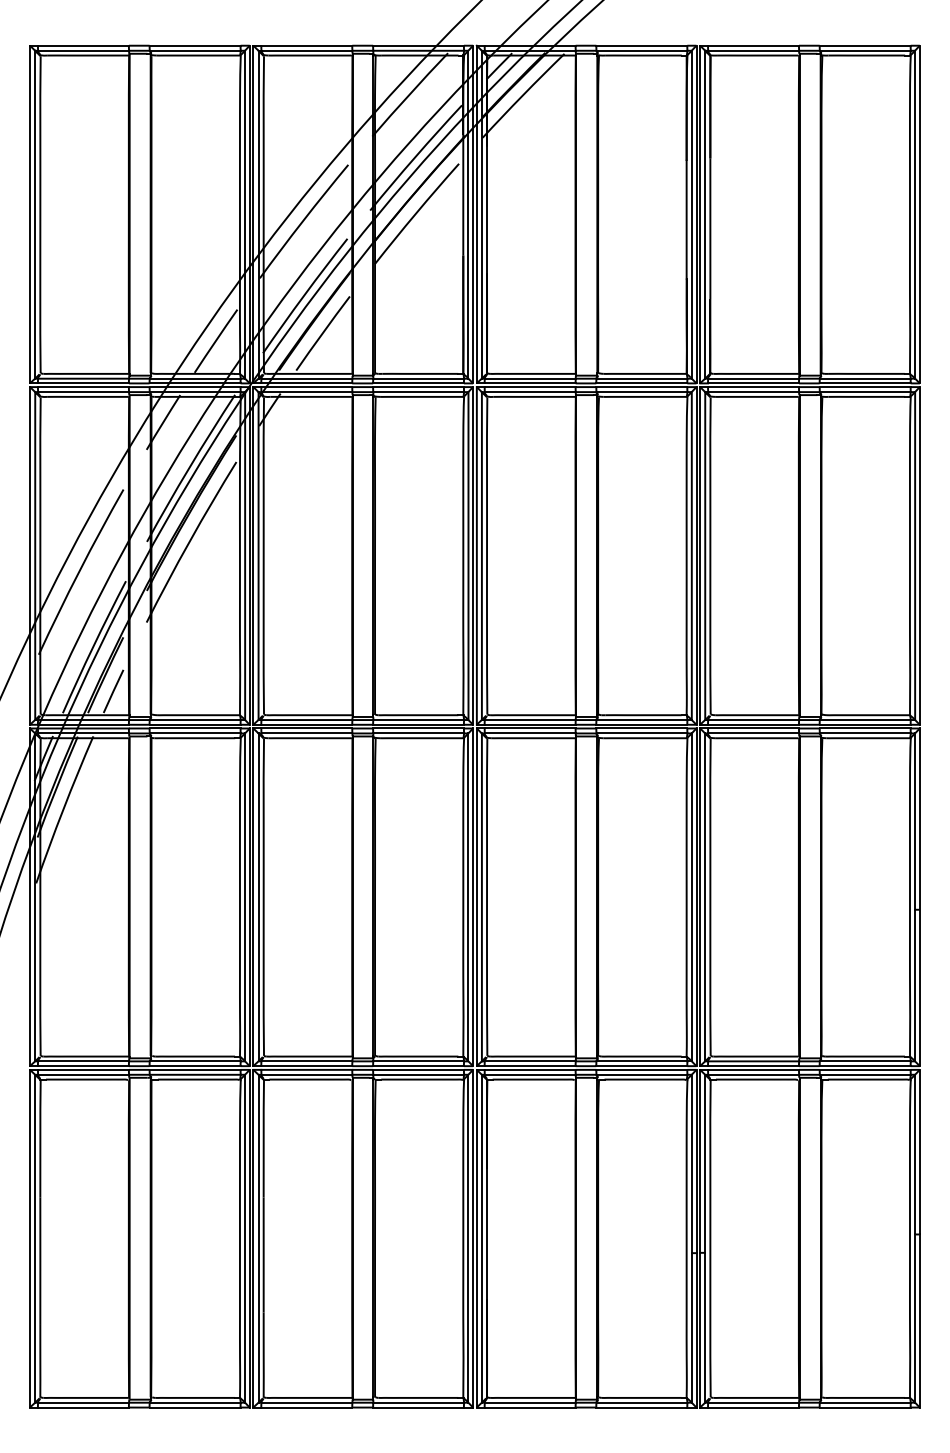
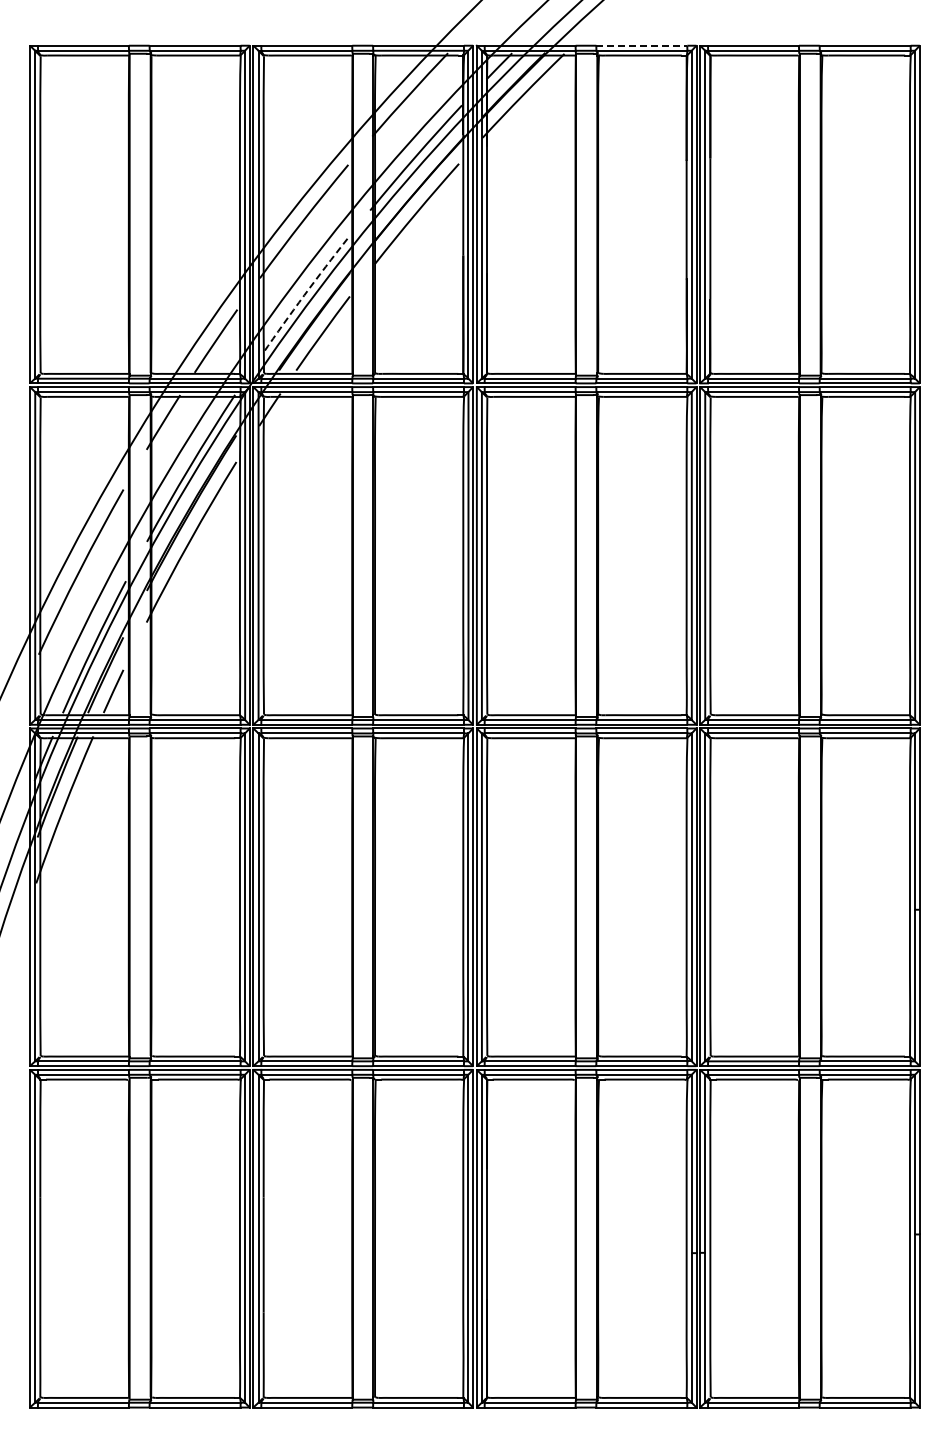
line at (642, 45): solid -> dashed
arc at (304, 295): solid -> dashed
